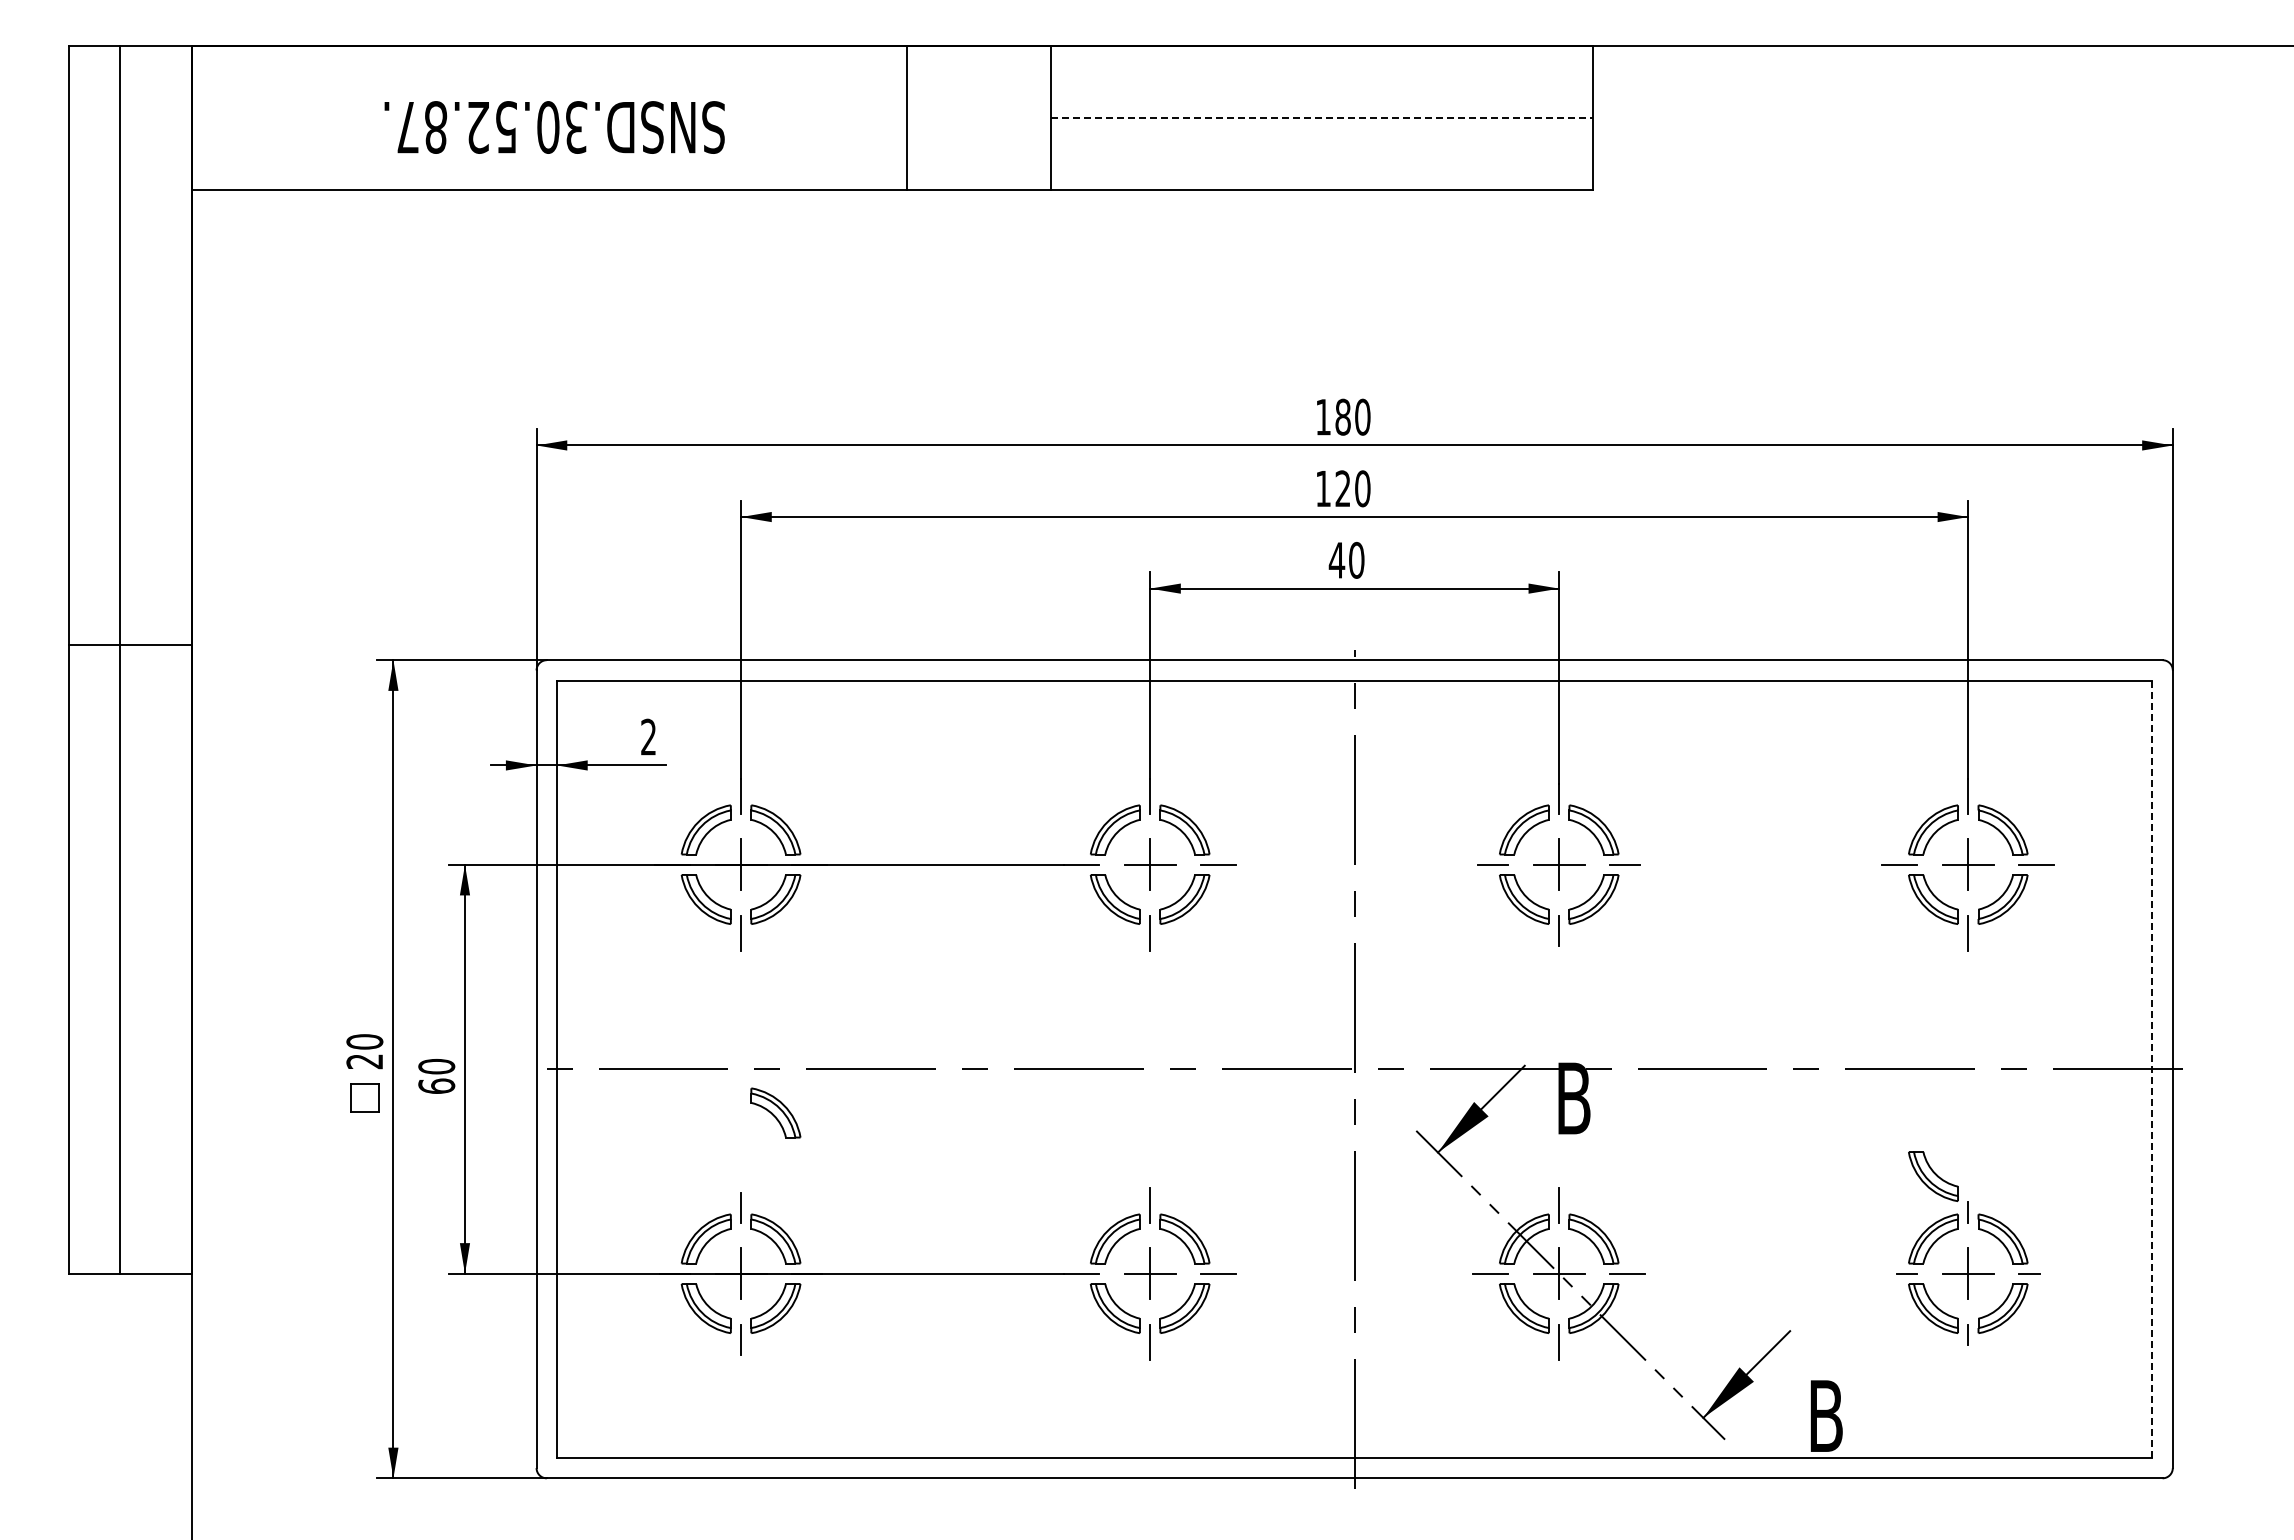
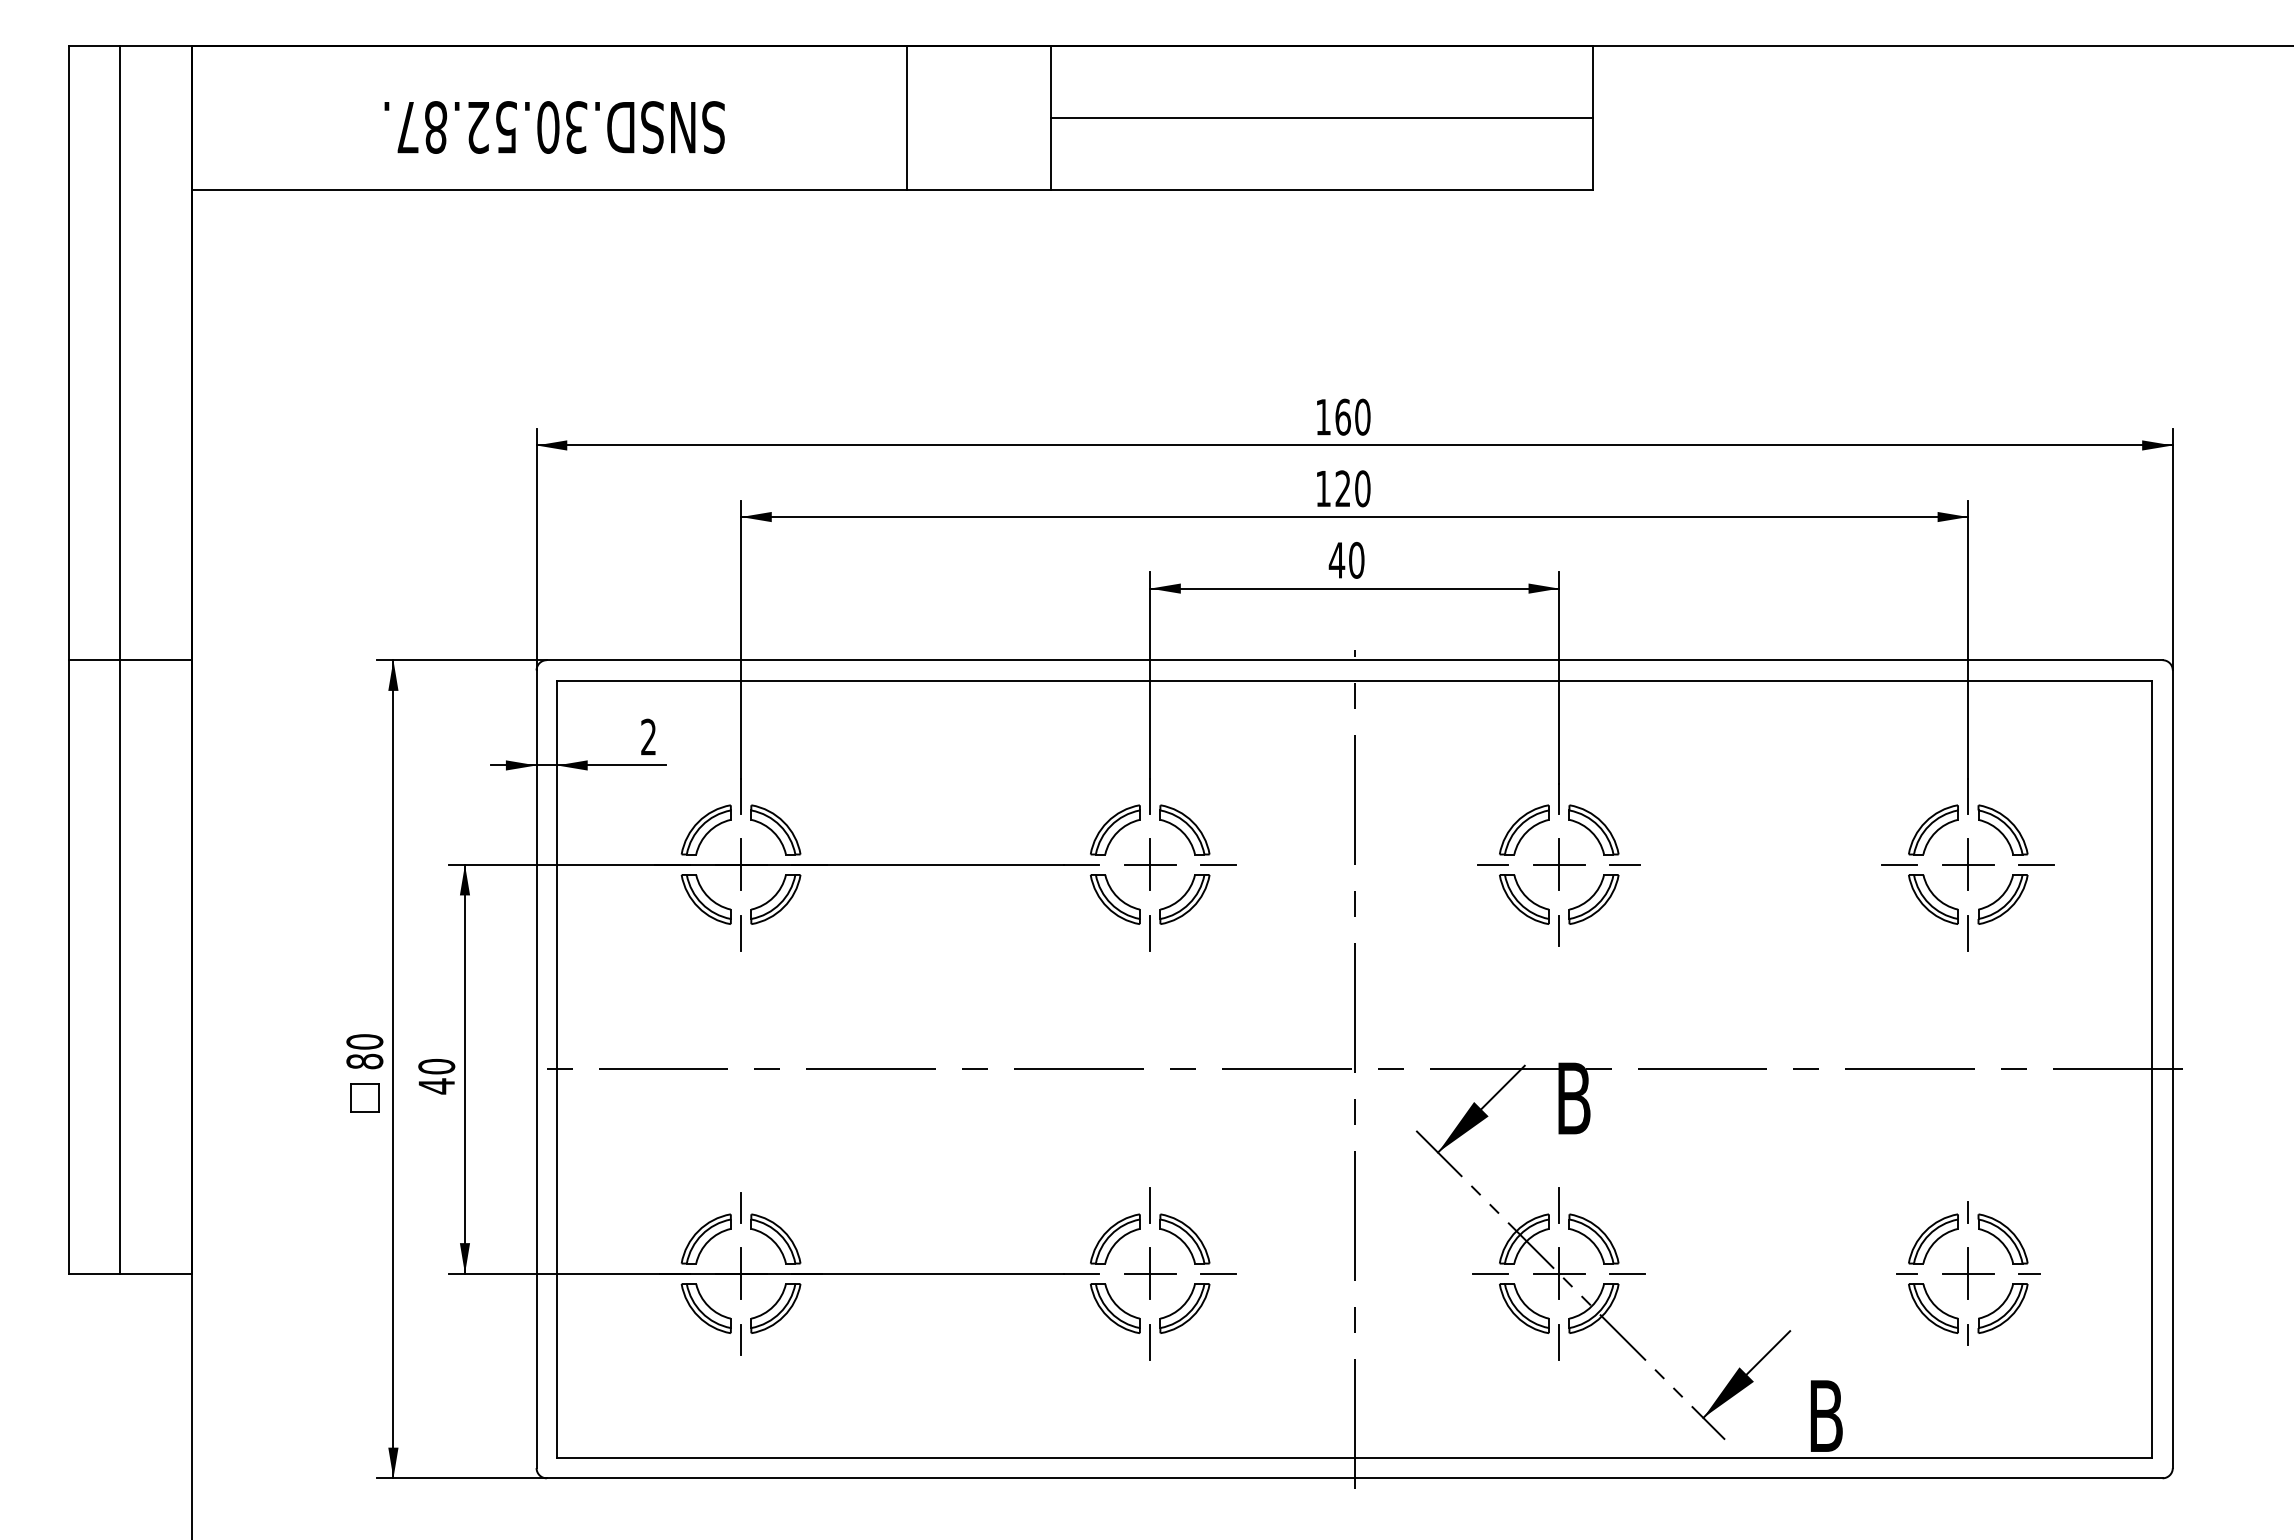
line at (1322, 118): dashed -> solid
text at (1342, 416): 180 -> 160
line at (129, 645) position: (129, 645) -> (129, 660)
text at (364, 1061): 20 -> 80
line at (2152, 1069): dashed -> solid
text at (436, 1086): 60 -> 40
part at (775, 1112): present -> none
part at (1933, 1176): present -> none
